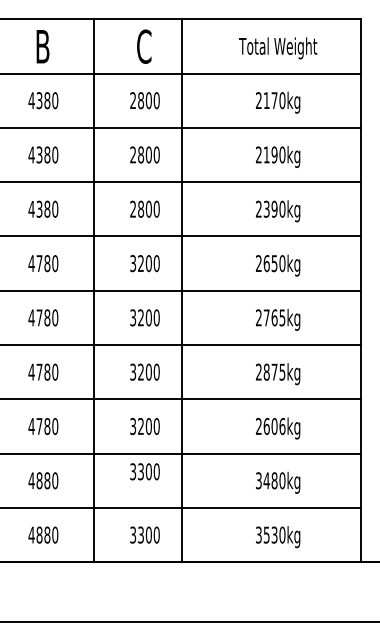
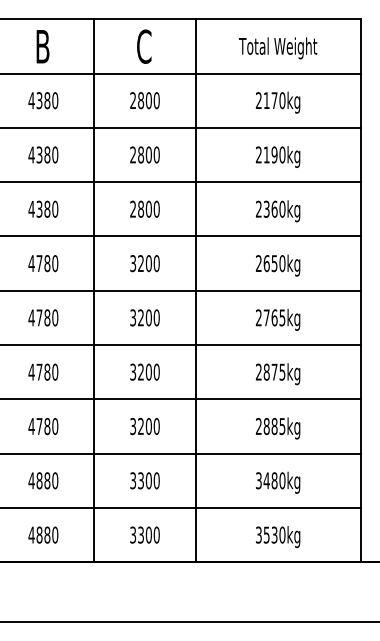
text at (274, 208): 2390kg -> 2360kg
line at (181, 290) position: (181, 290) -> (195, 290)
text at (274, 426): 2606kg -> 2885kg
text at (144, 471) position: (144, 471) -> (144, 480)
